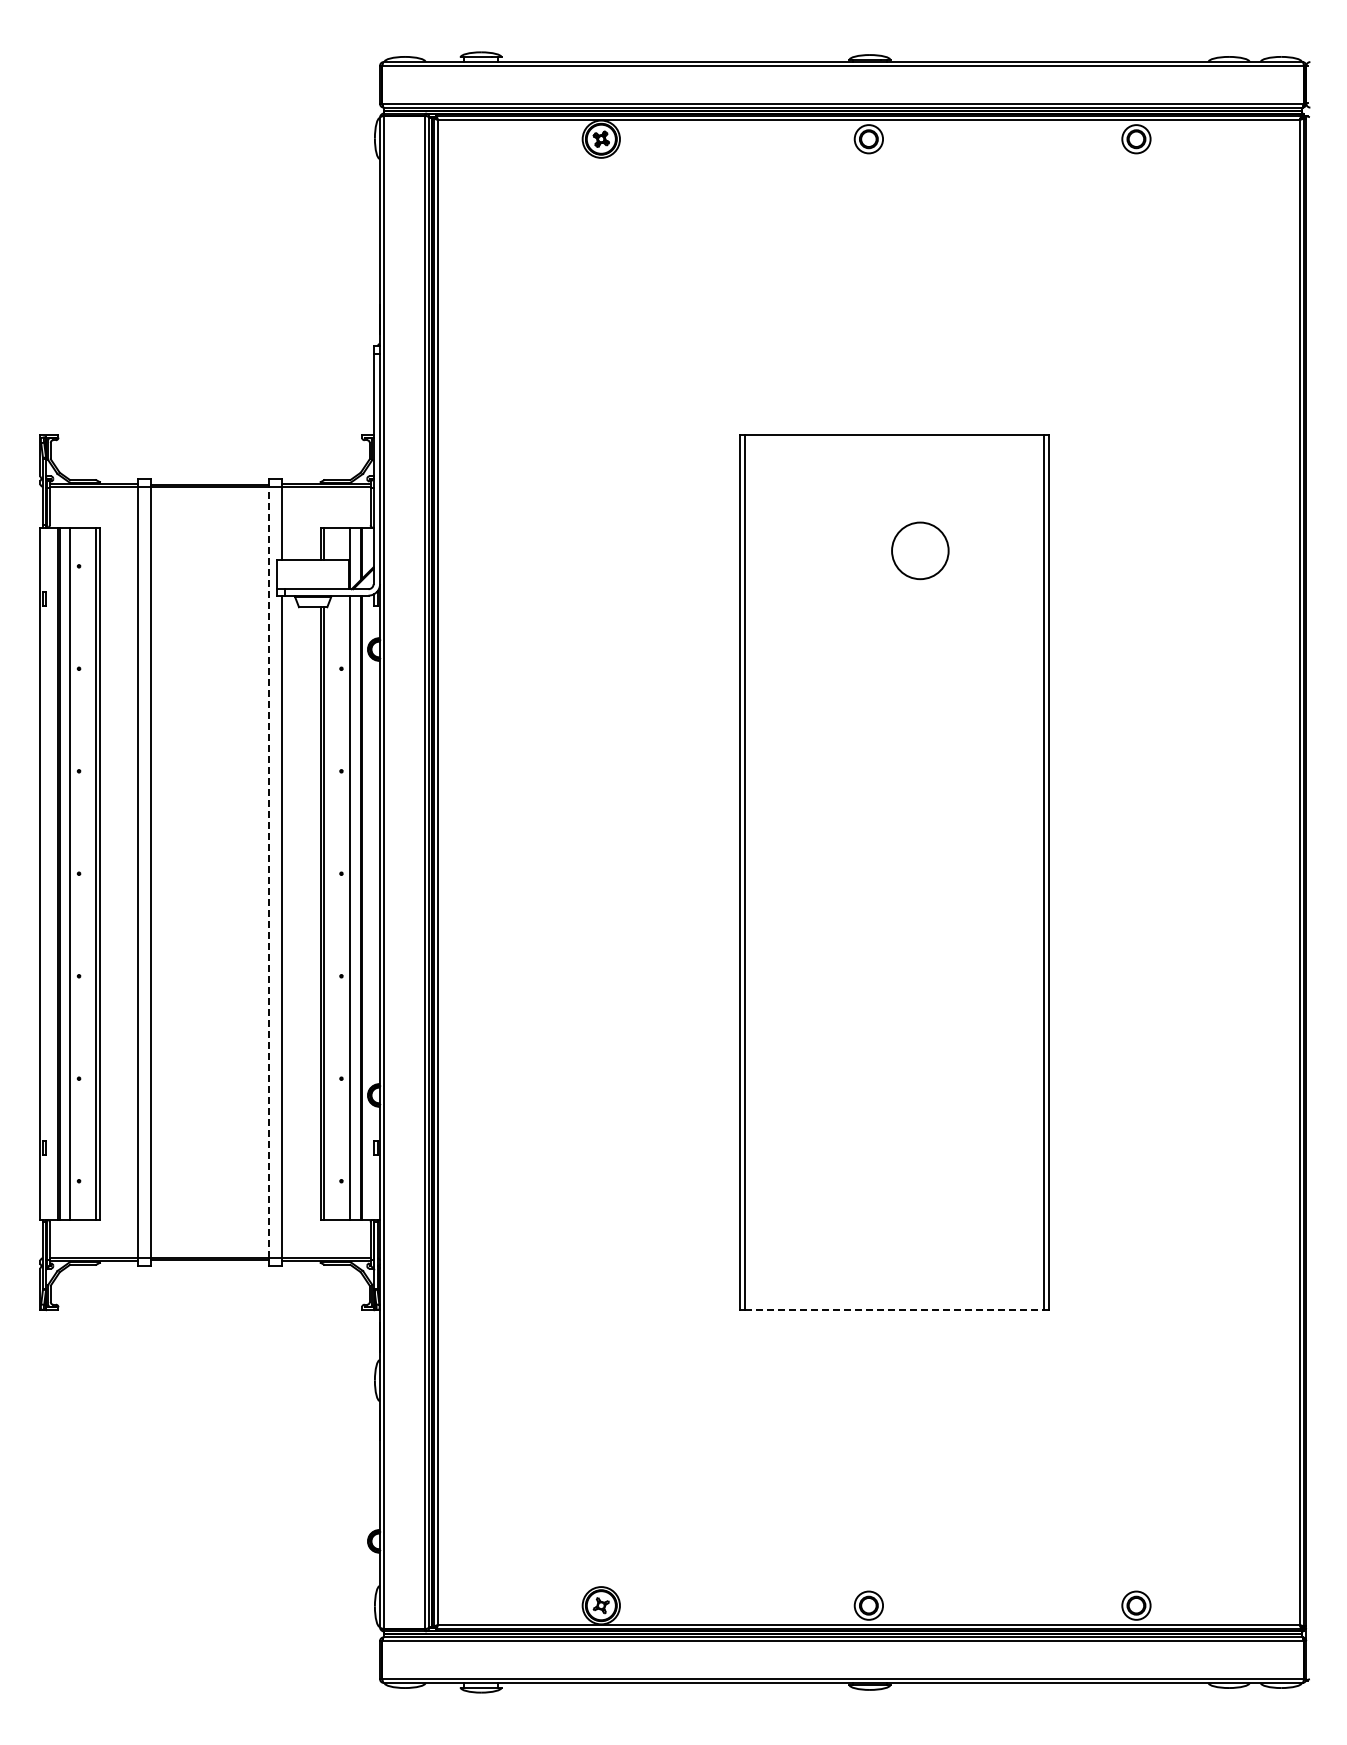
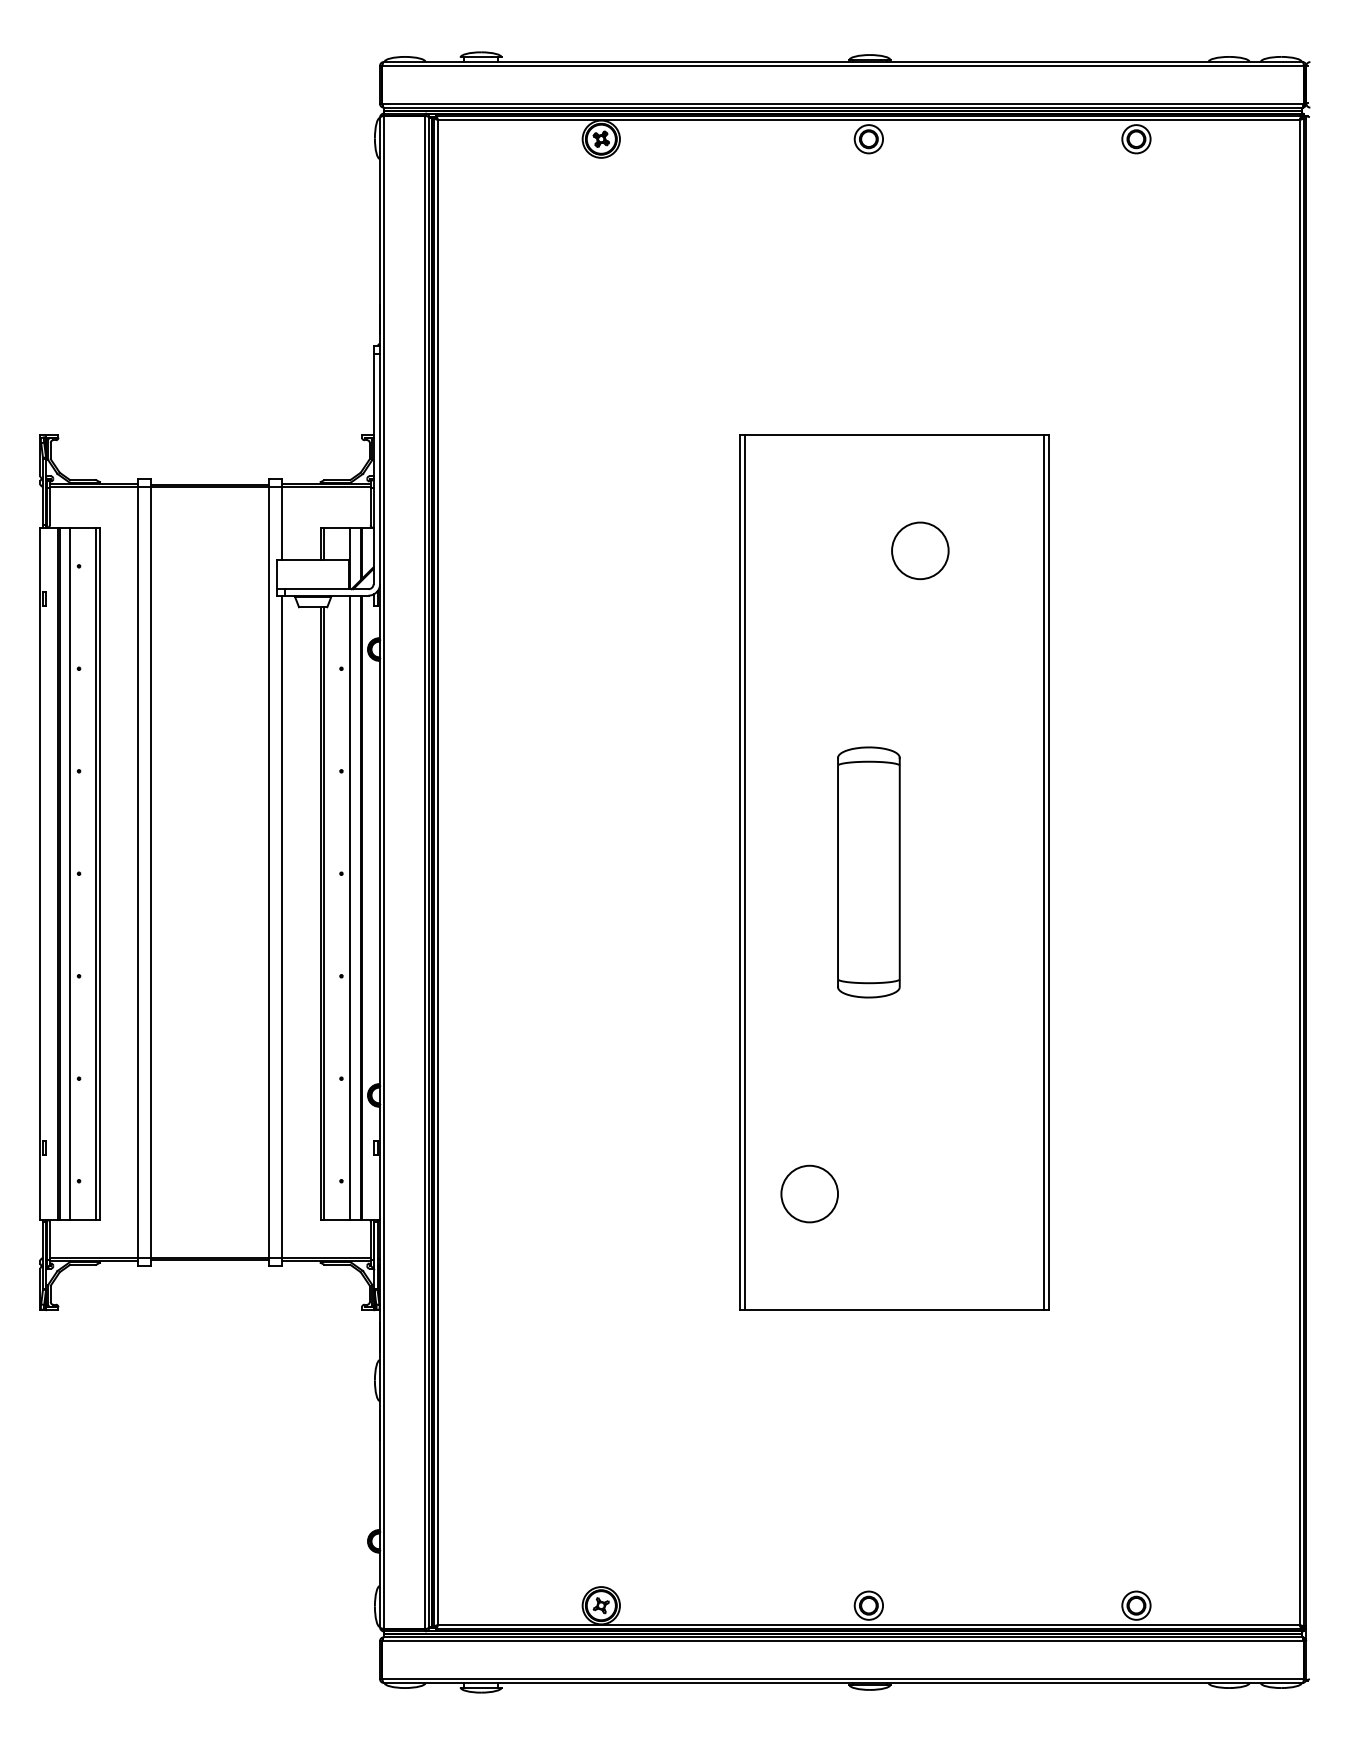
line at (269, 872): dashed -> solid
part at (868, 872): none -> present
circle at (809, 1193): none -> present
line at (895, 1309): dashed -> solid
